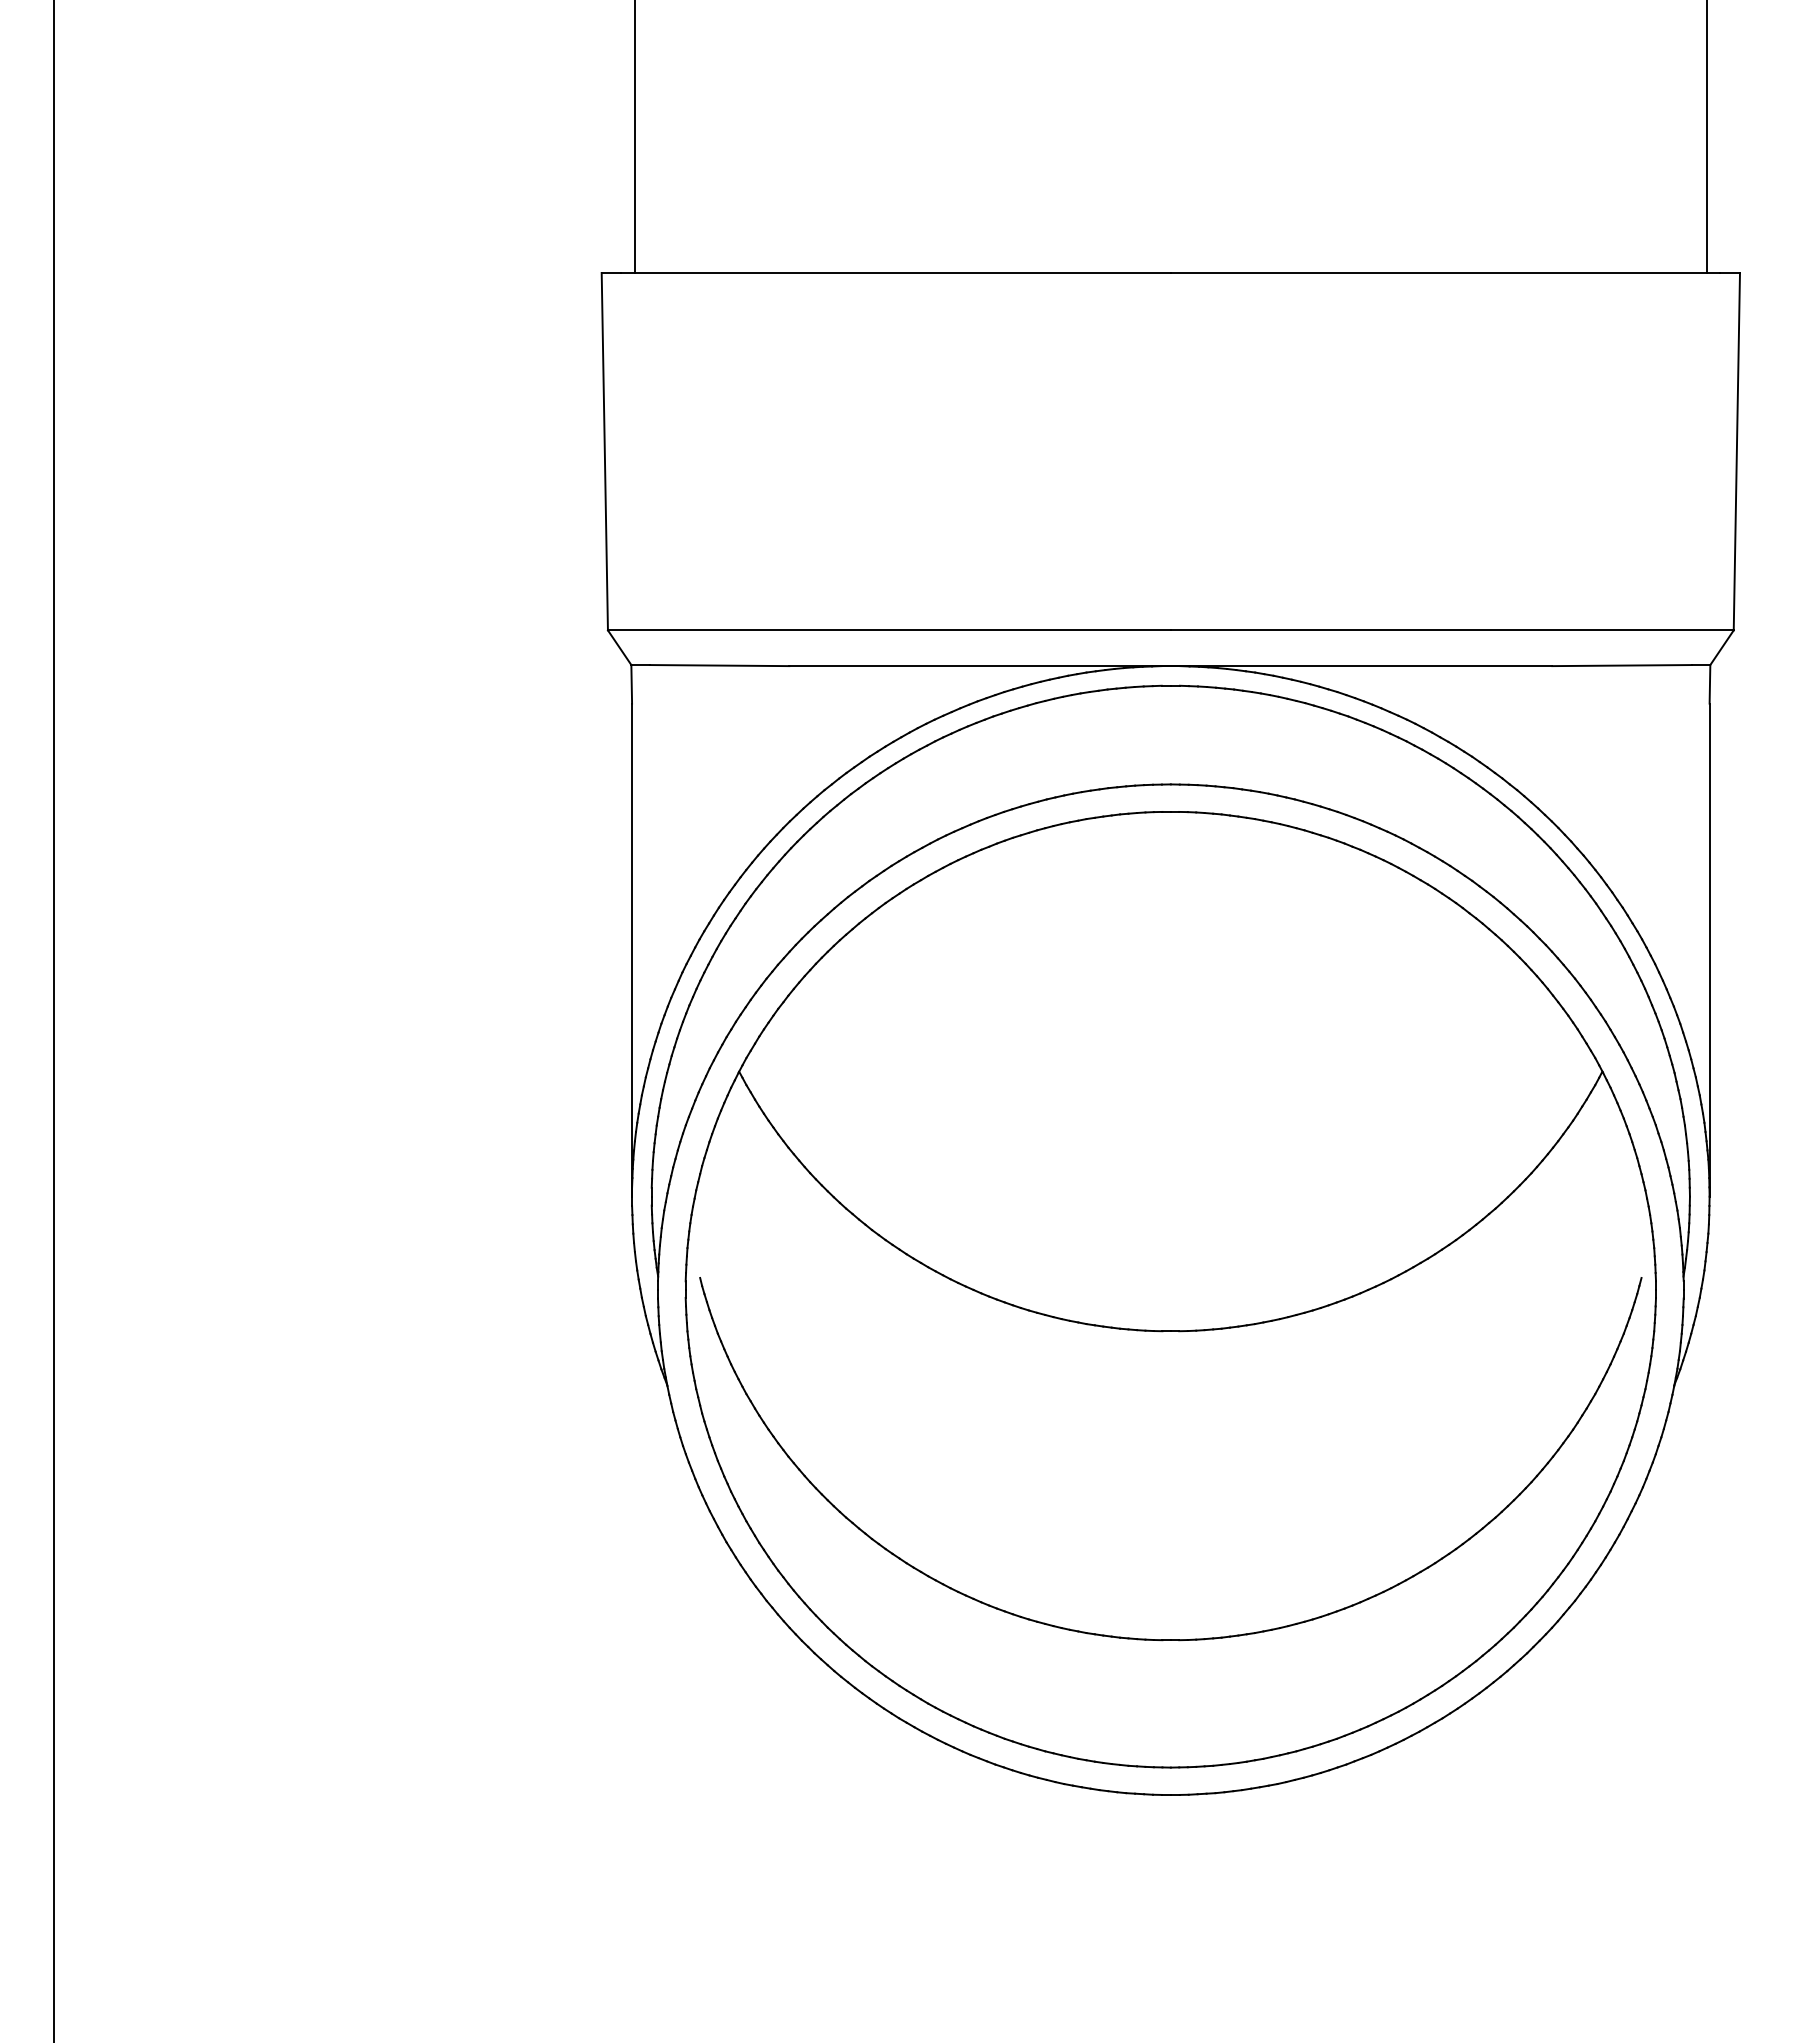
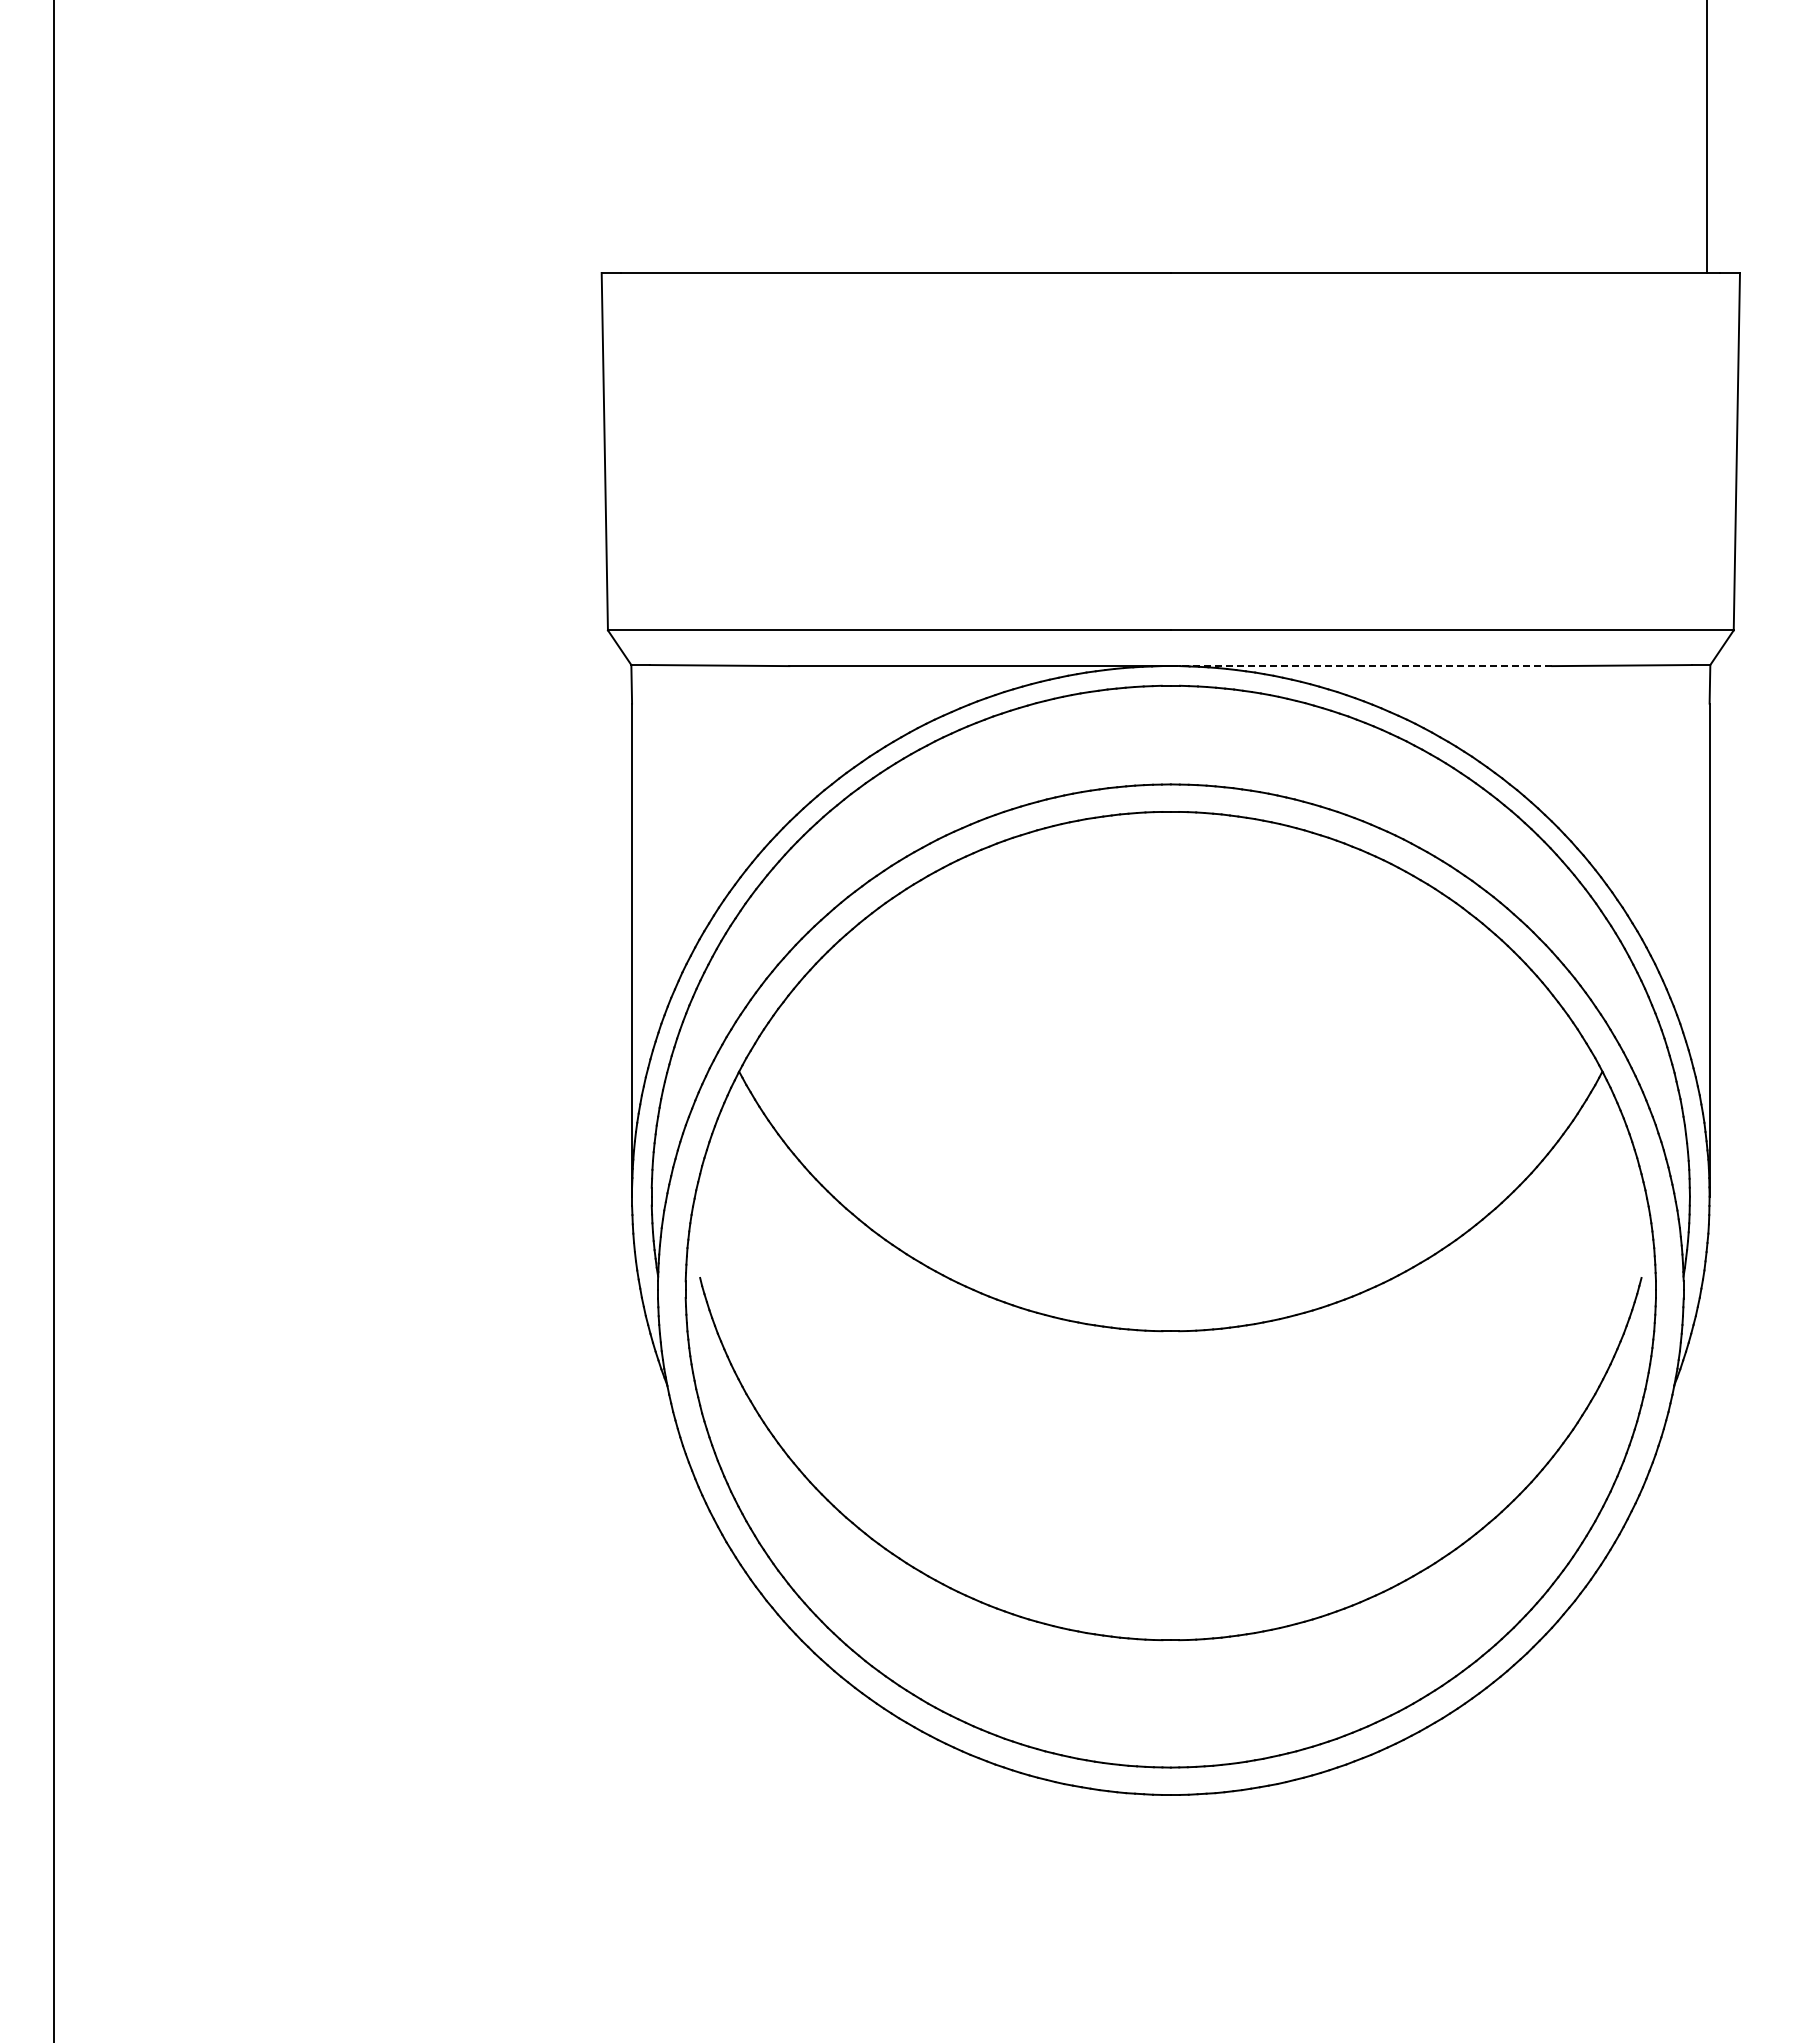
line at (634, 137): present -> none
line at (1361, 666): solid -> dashed
